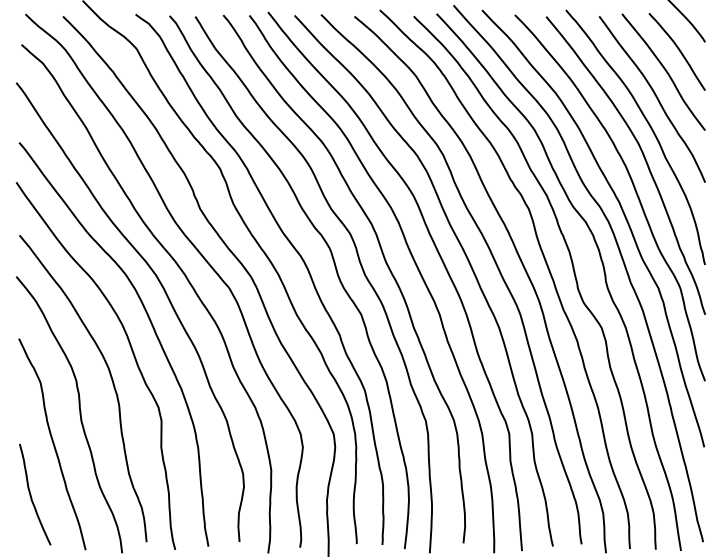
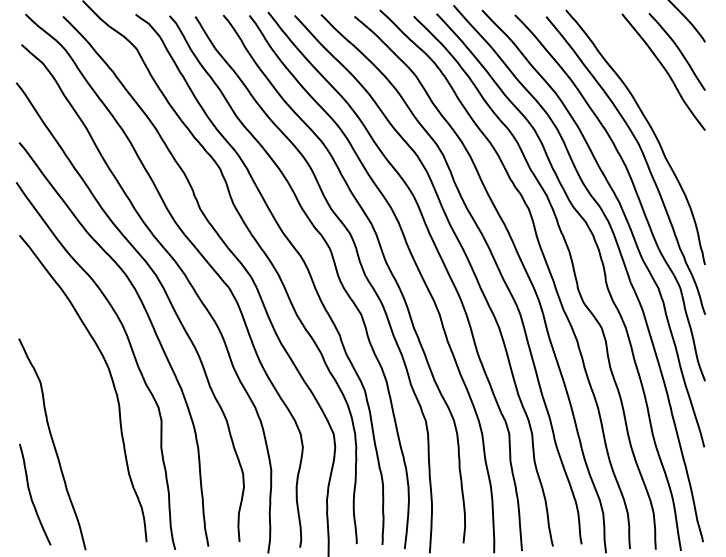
curve at (654, 95): present -> none
curve at (79, 414): present -> none
